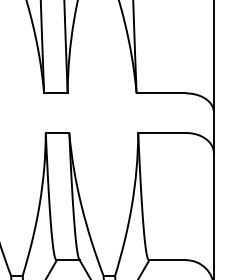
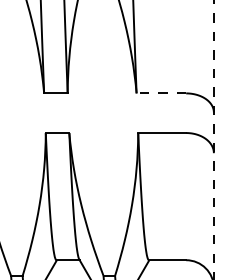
line at (161, 93): solid -> dashed
line at (213, 140): solid -> dashed
